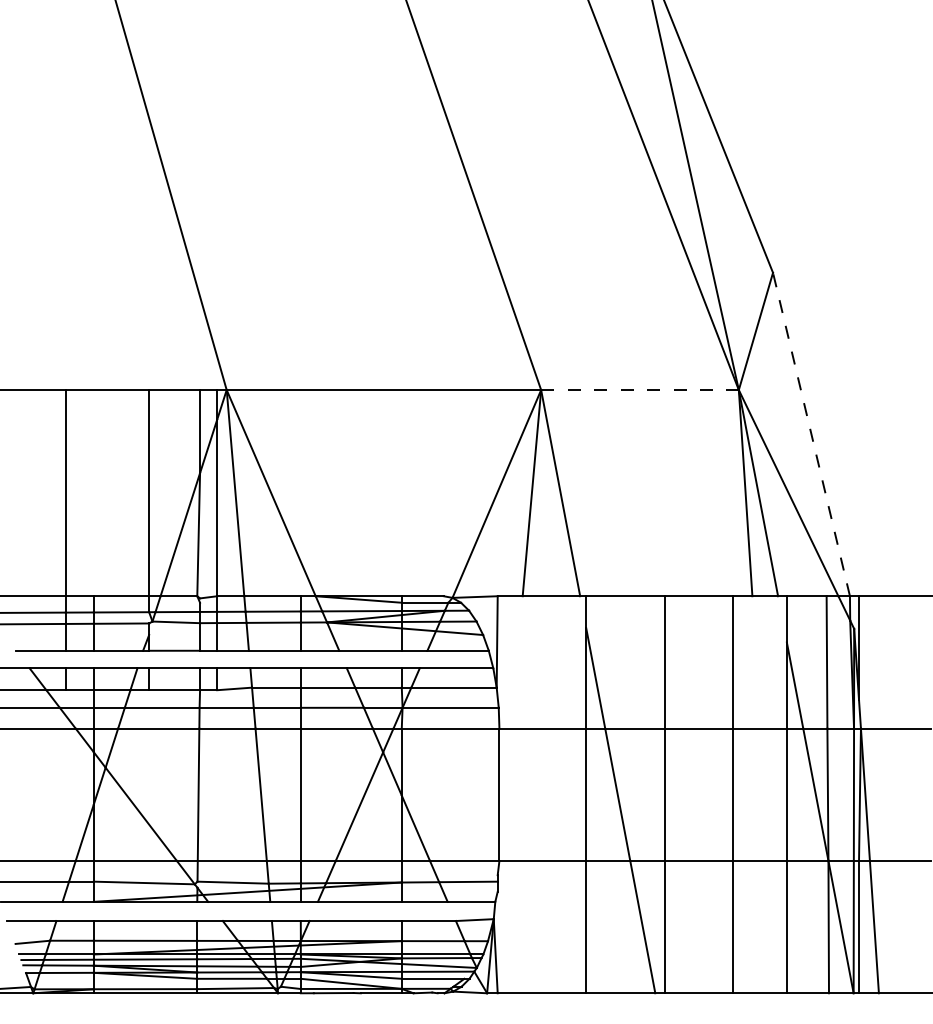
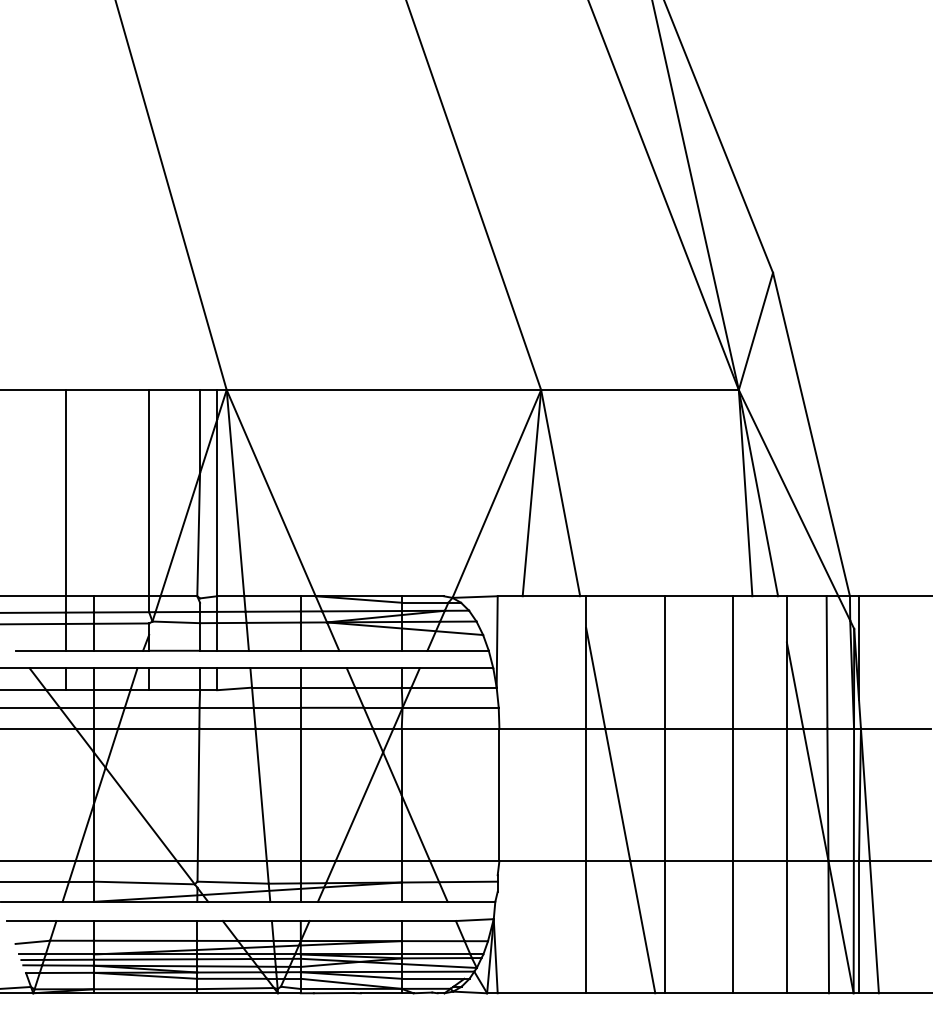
line at (640, 390): dashed -> solid
line at (811, 434): dashed -> solid
